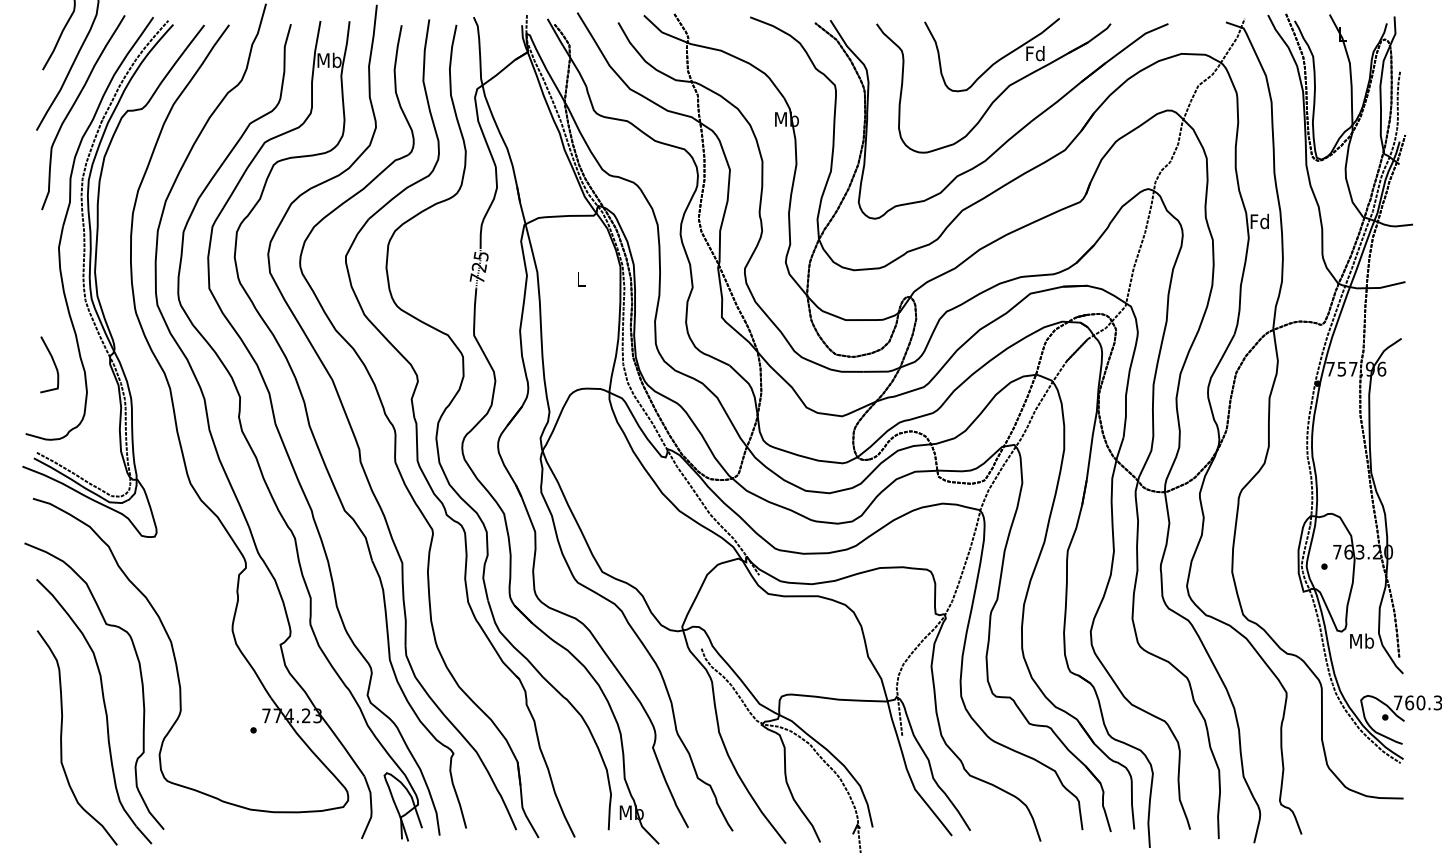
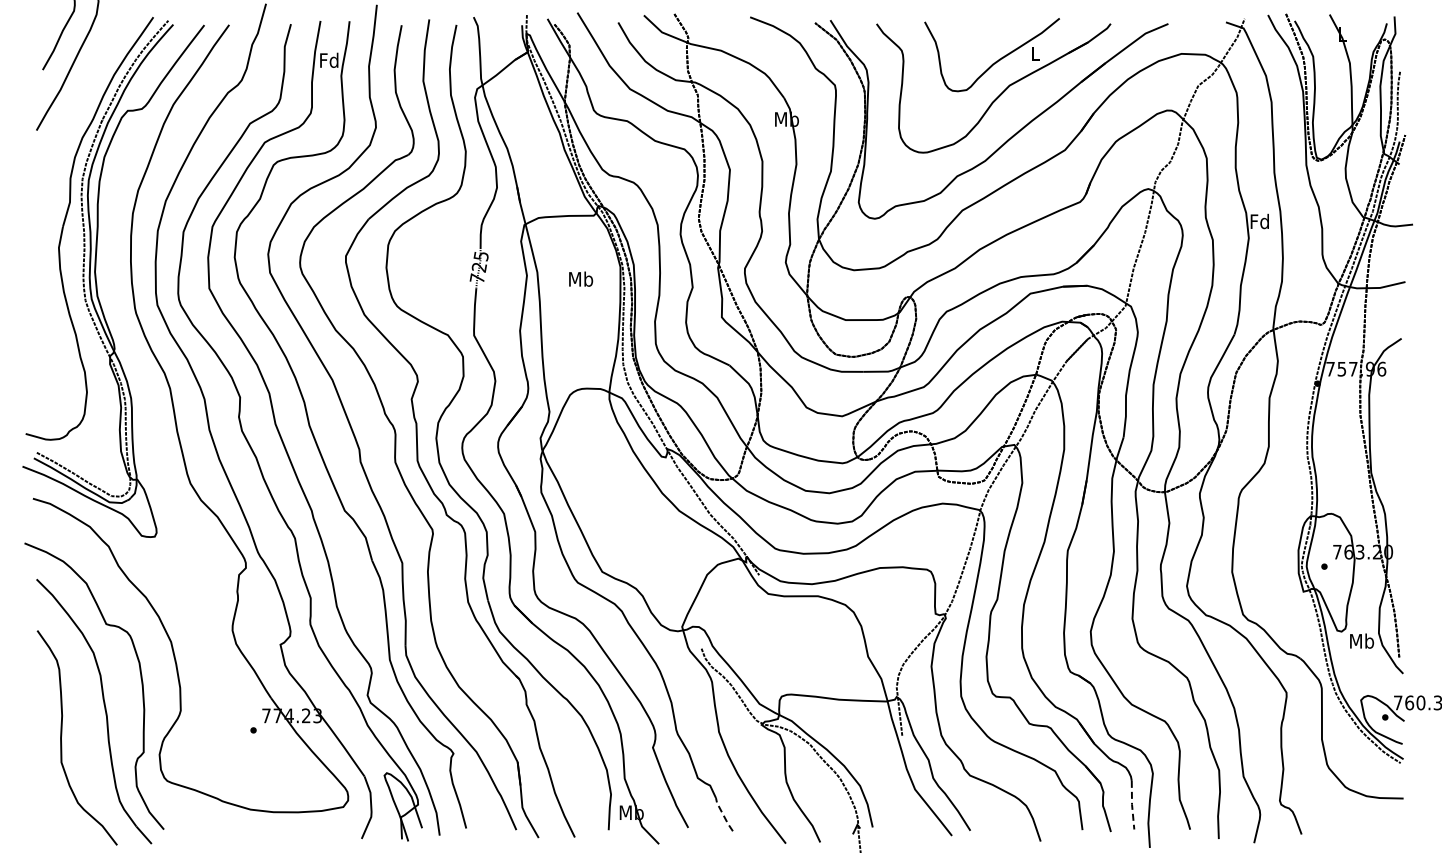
text at (1035, 53): Fd -> L
text at (329, 59): Mb -> Fd
curve at (73, 107): present -> none
text at (581, 278): L -> Mb
curve at (53, 363): present -> none
line at (1132, 805): solid -> dashed
line at (723, 815): solid -> dashed
